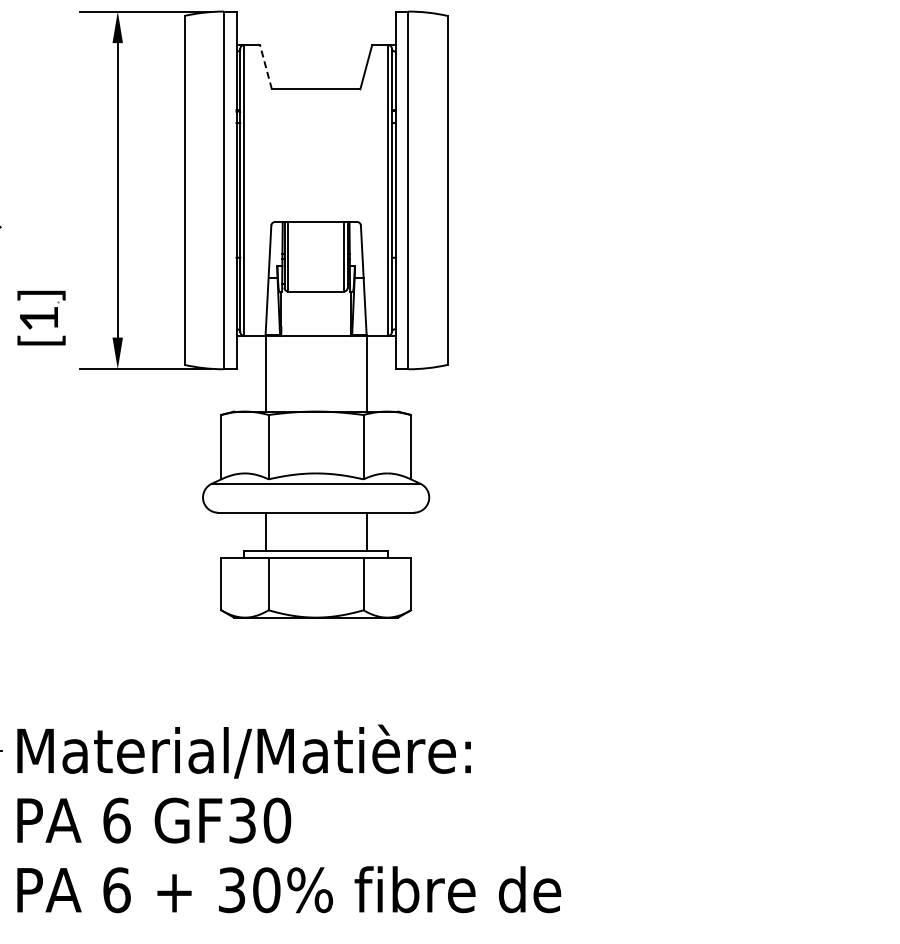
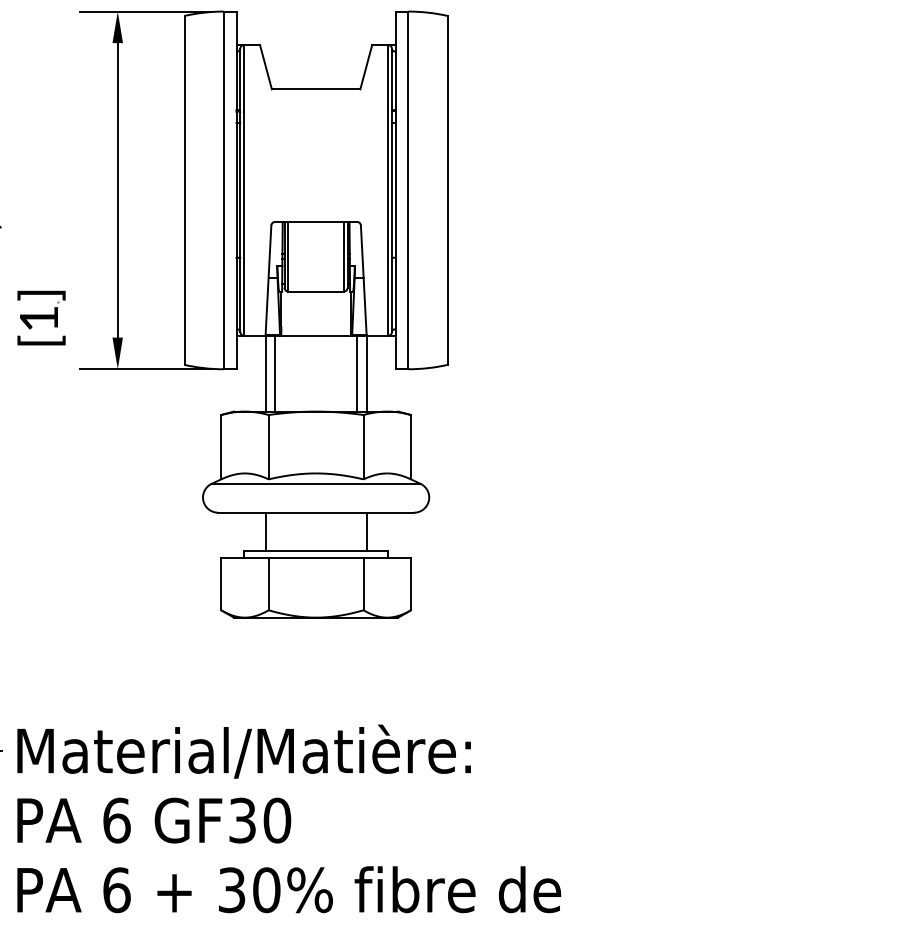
line at (265, 67): dashed -> solid
line at (274, 373): none -> present
line at (357, 373): none -> present
